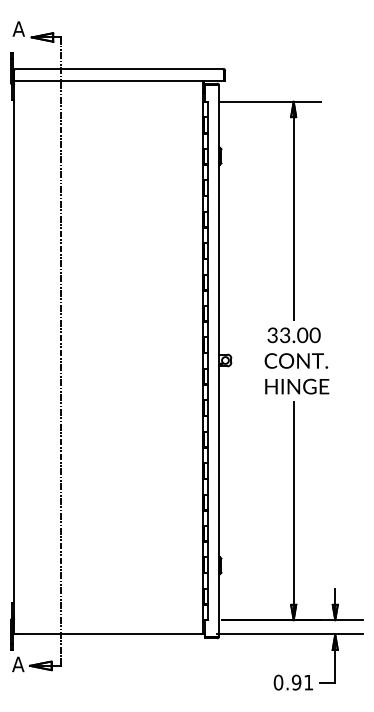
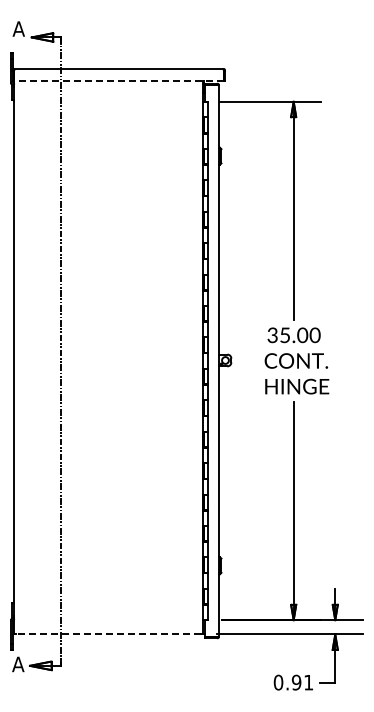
line at (119, 80): solid -> dashed
text at (285, 334): 33.00 -> 35.00
line at (107, 634): solid -> dashed
